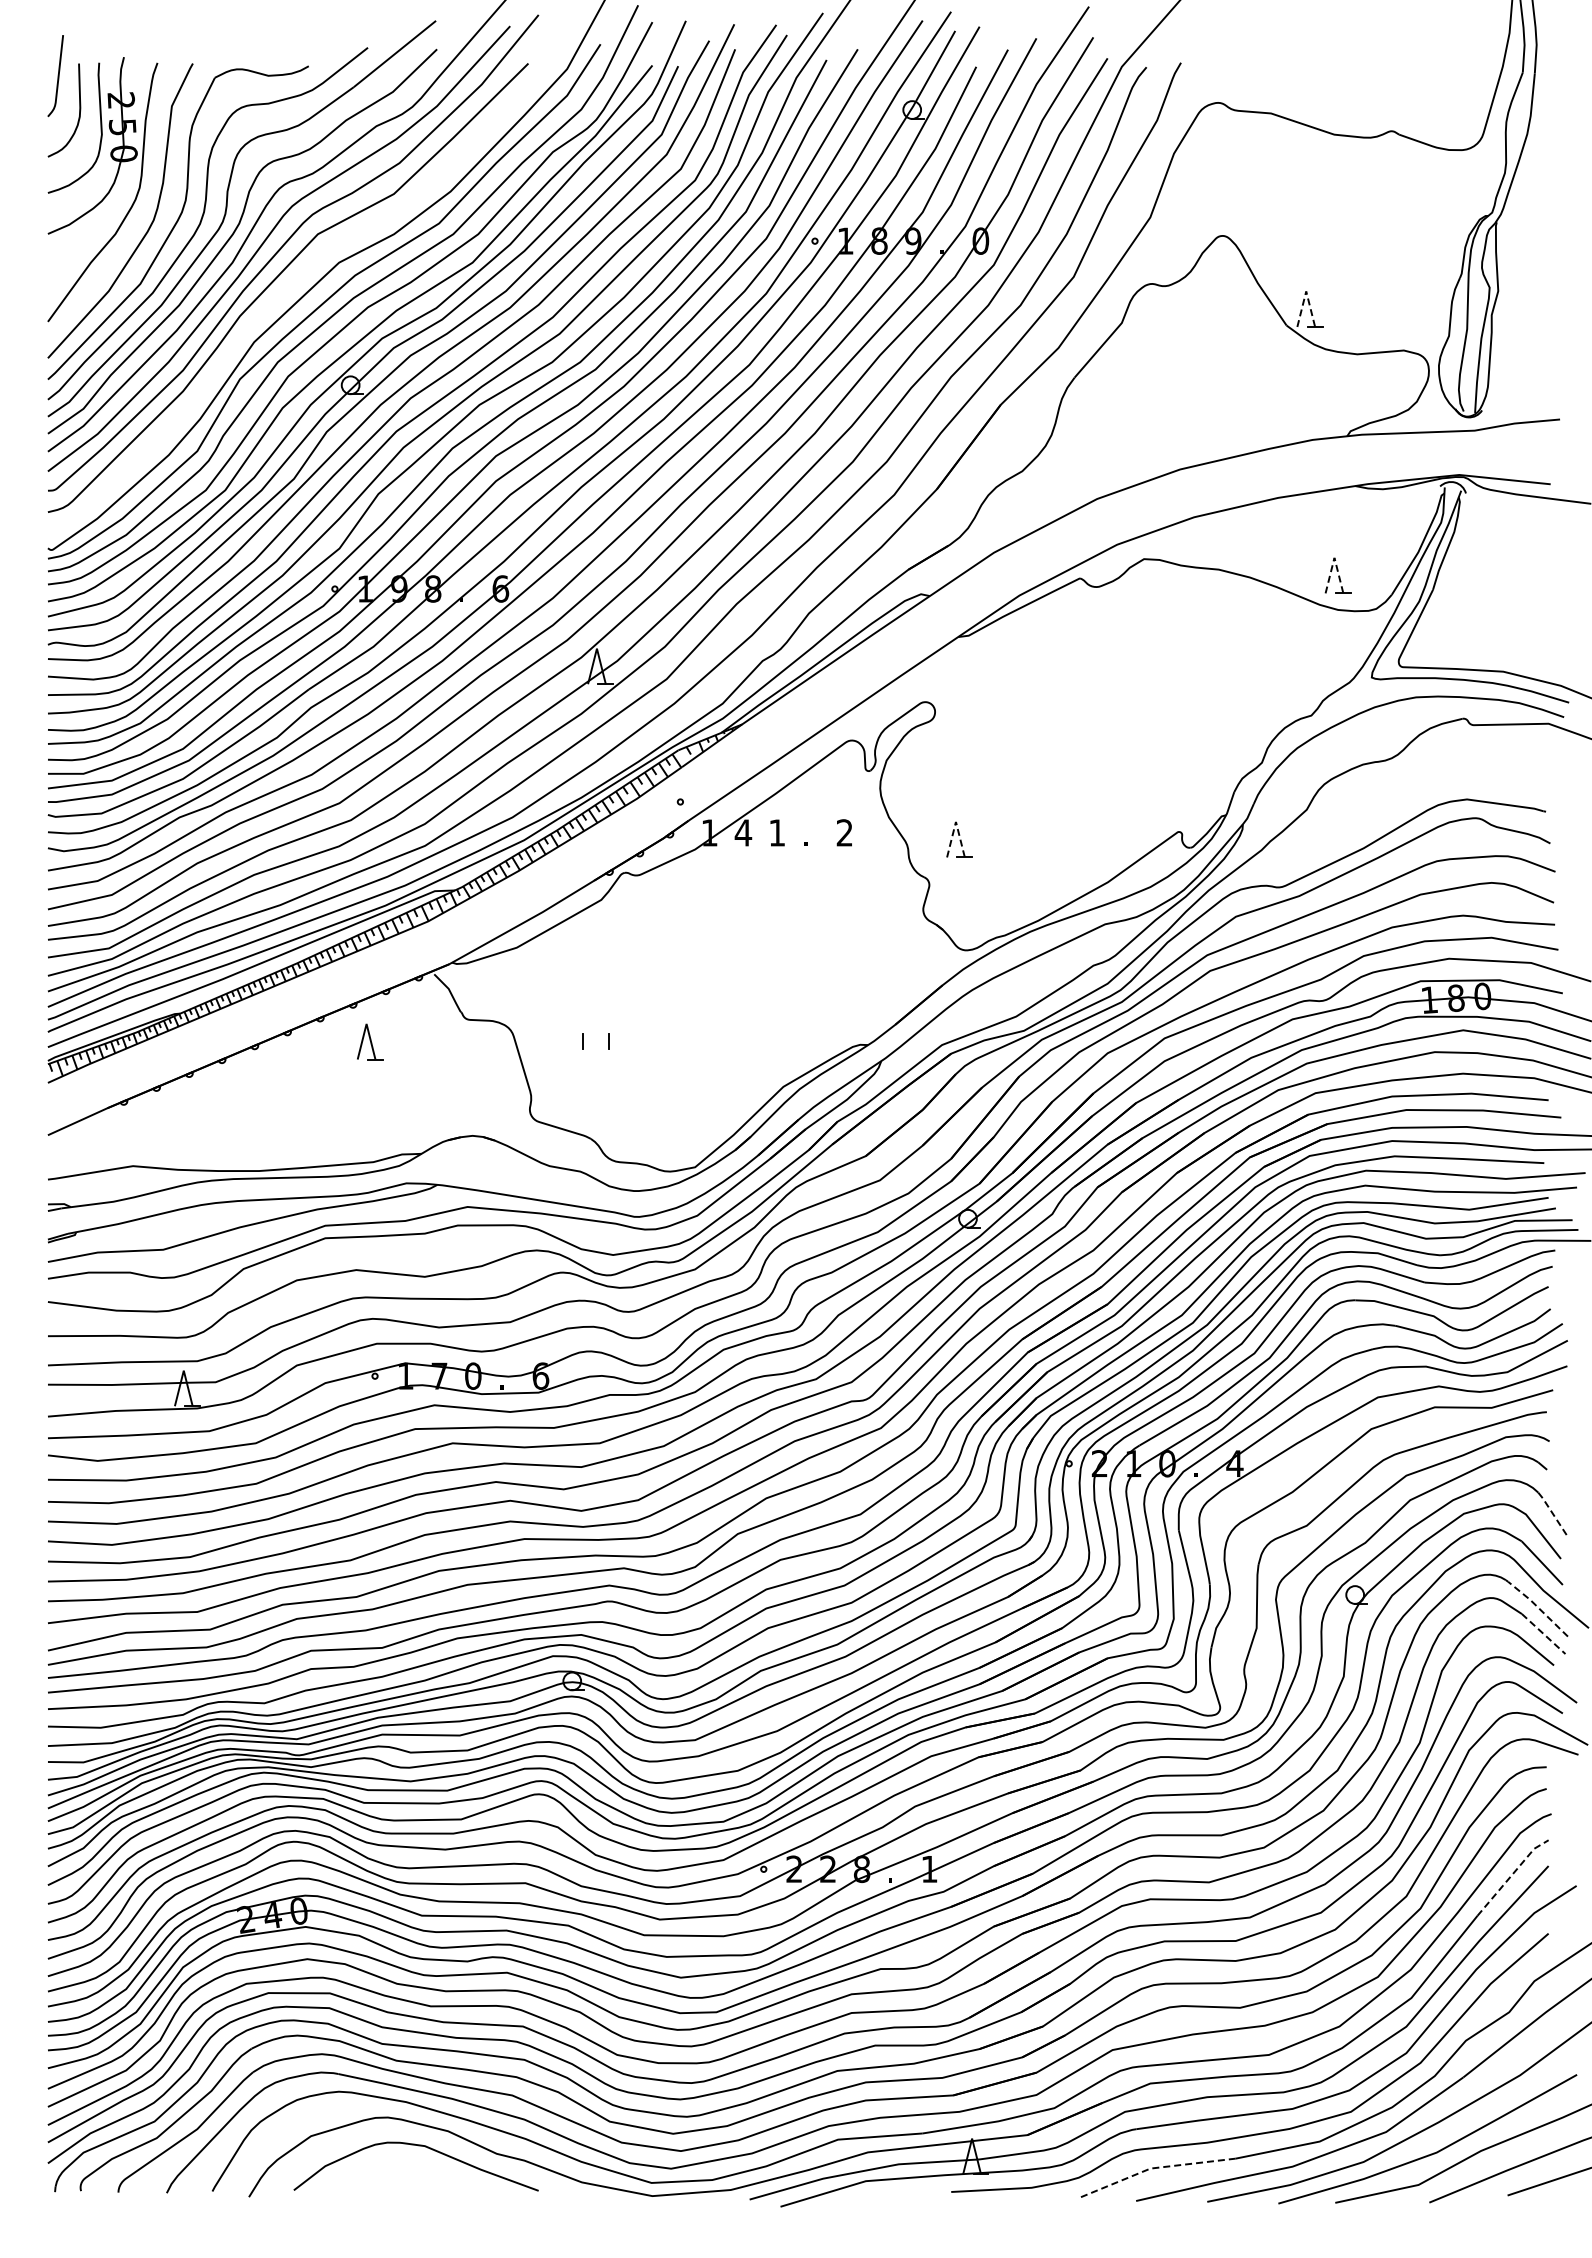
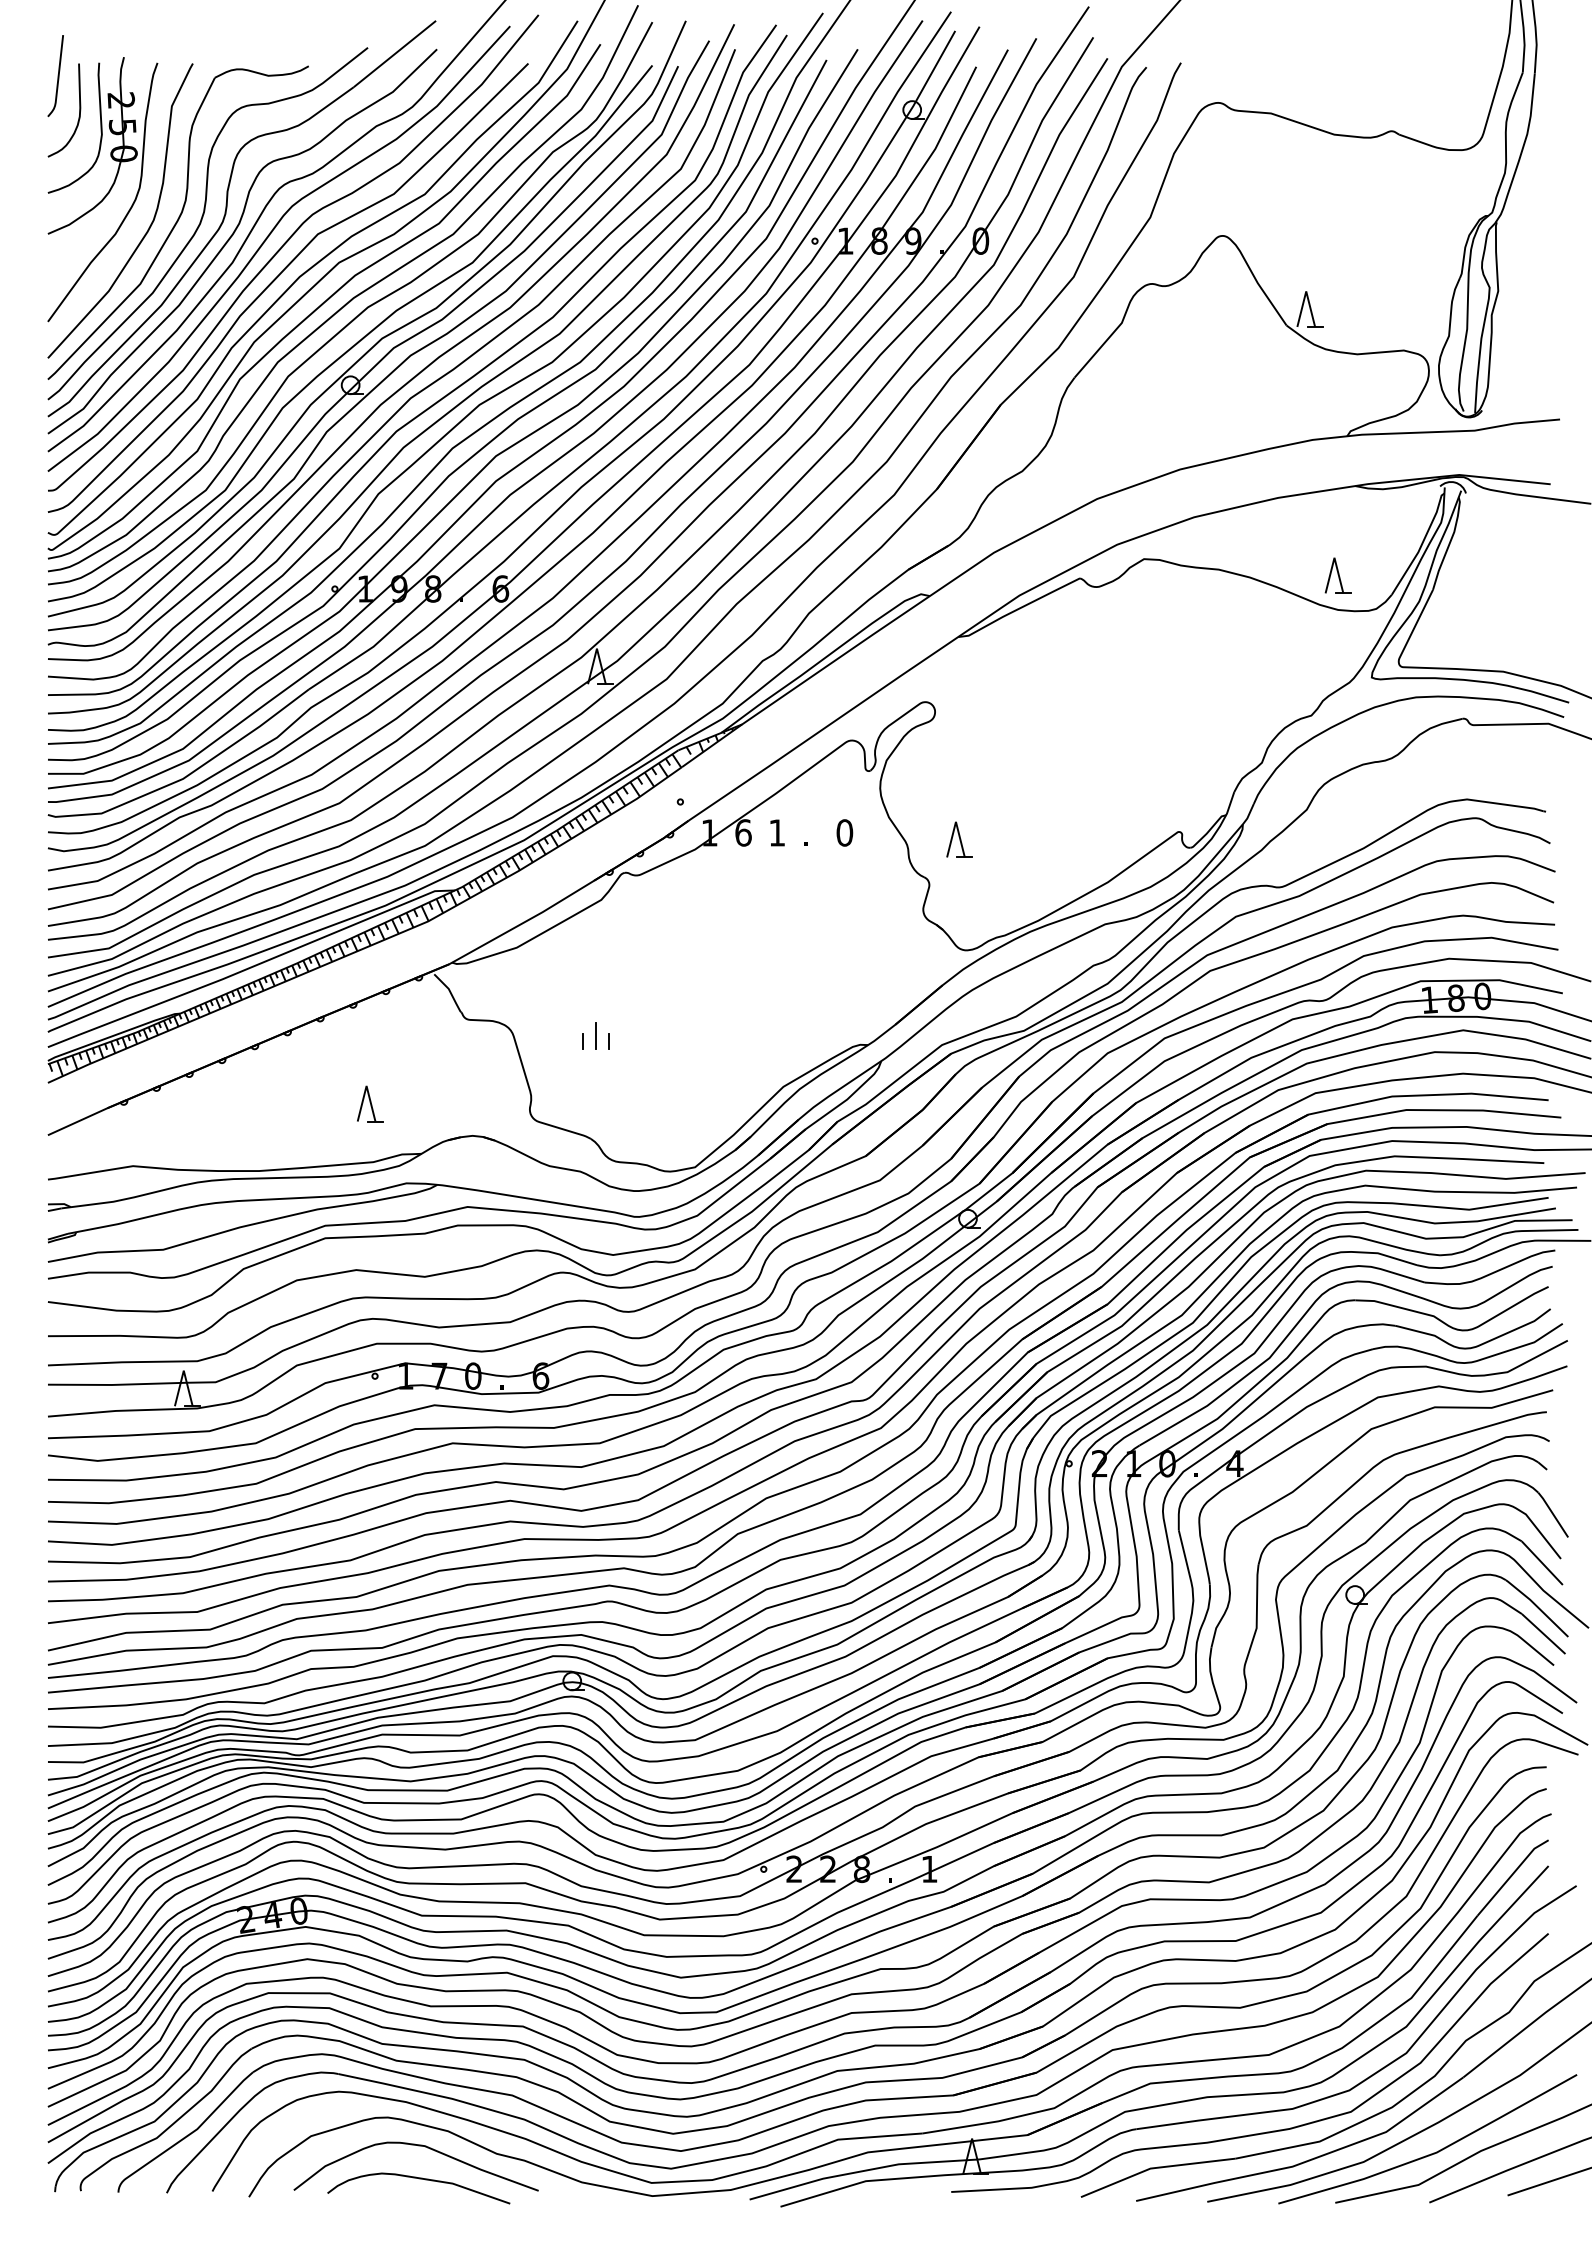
curve at (307, 272): none -> present
line at (1306, 291): dashed -> solid
line at (1334, 557): dashed -> solid
line at (955, 821): dashed -> solid
text at (743, 832): 4 -> 6
text at (844, 832): 2 -> 0
line at (595, 1035): none -> present
part at (370, 1041) position: (370, 1041) -> (370, 1103)
line at (1553, 1514): dashed -> solid
line at (1537, 1606): dashed -> solid
line at (1543, 1634): dashed -> solid
line at (1512, 1875): dashed -> solid
line at (1155, 2168): dashed -> solid
curve at (419, 2179): none -> present
